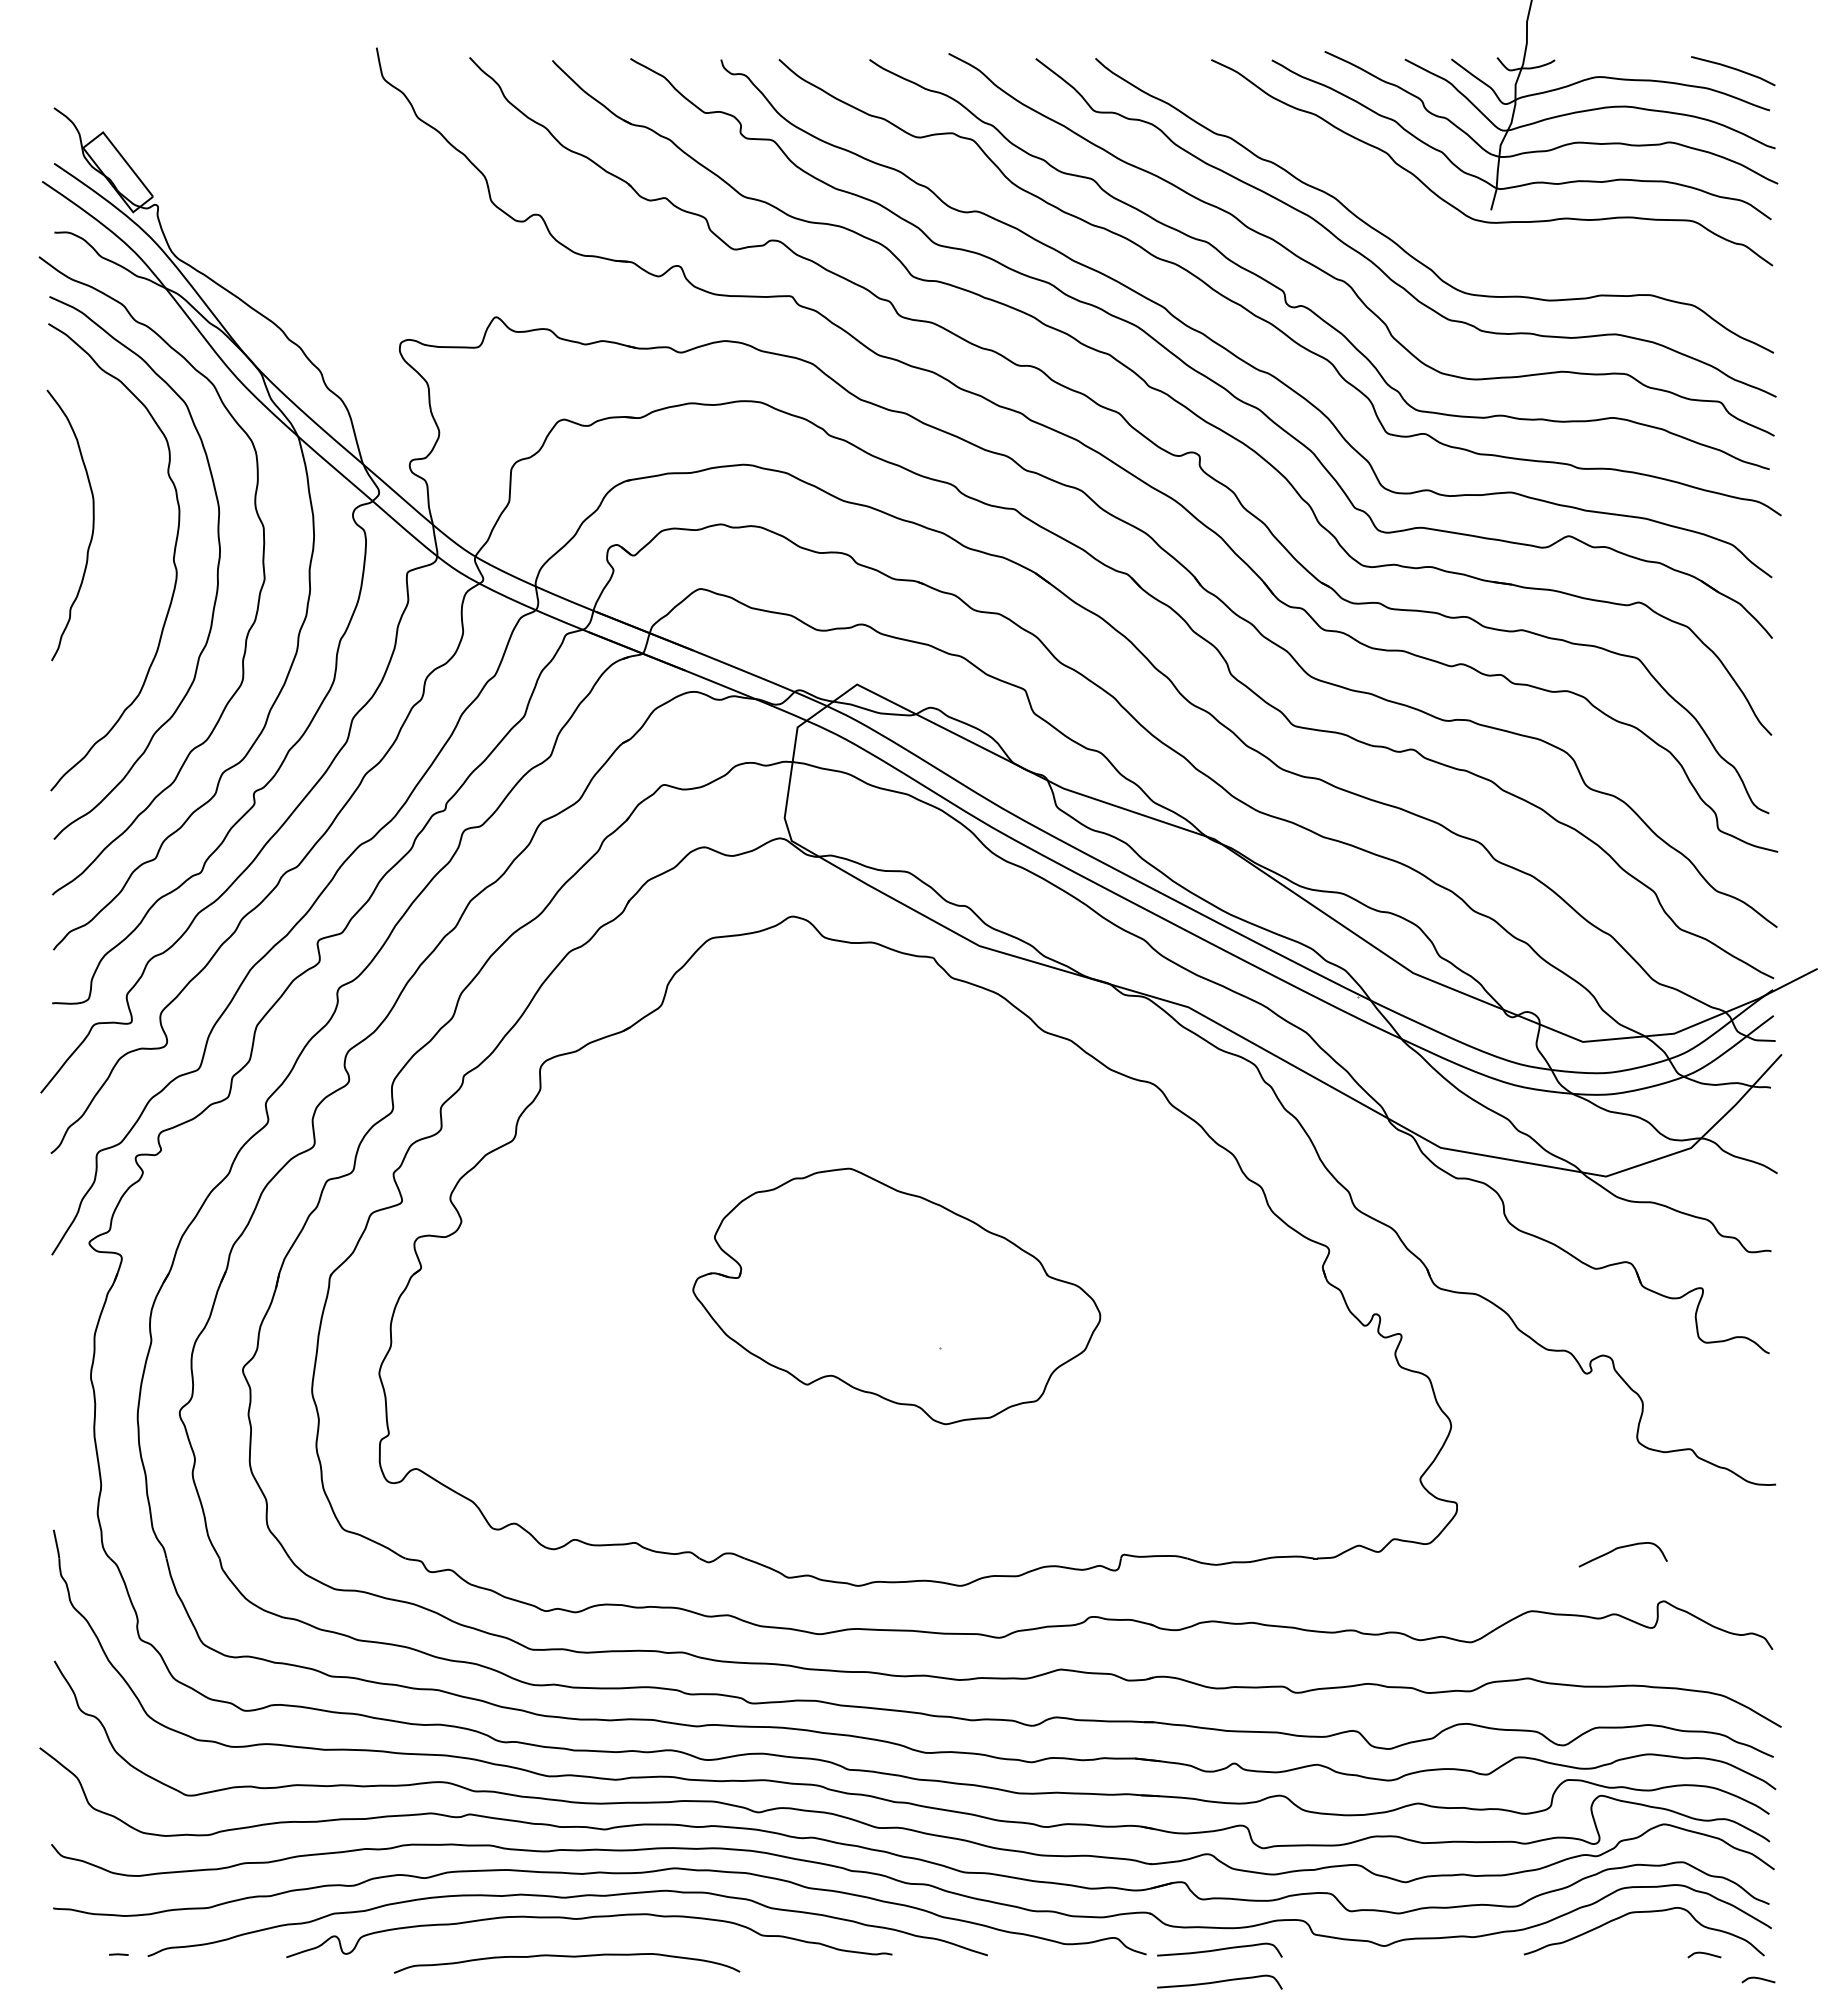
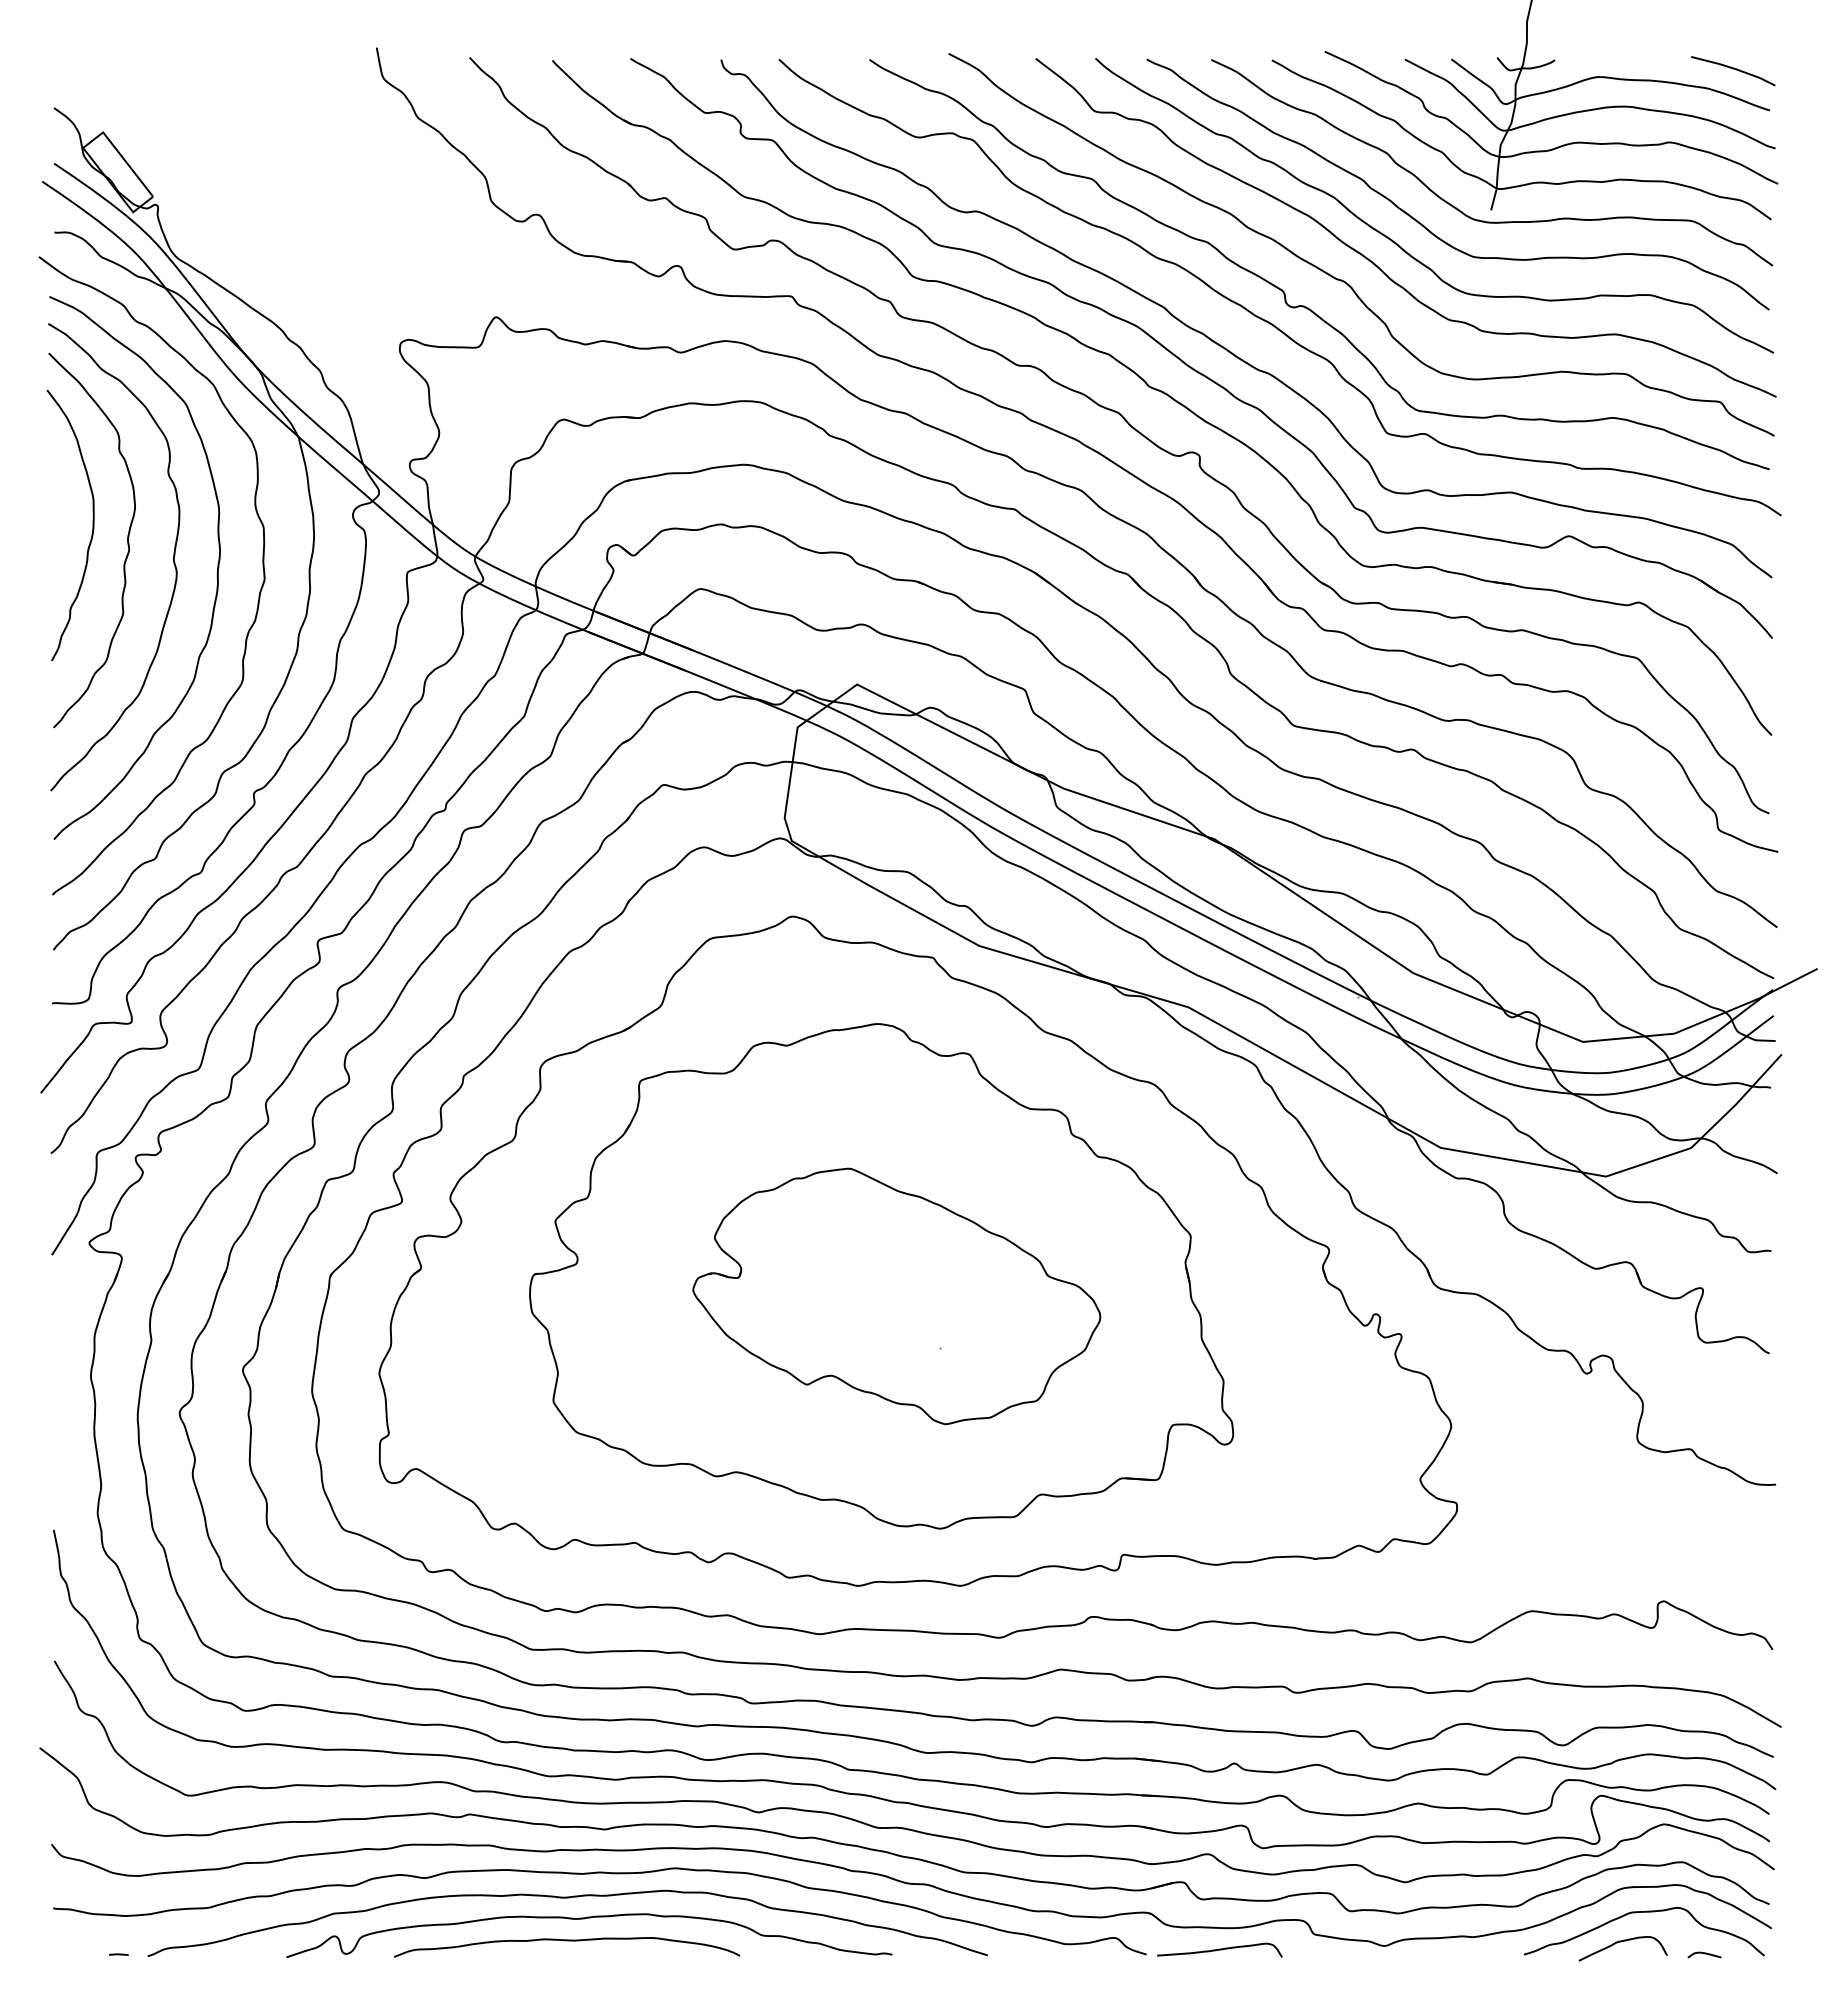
curve at (1423, 224): none -> present
curve at (127, 540): none -> present
part at (881, 1276): none -> present
curve at (1621, 1548) position: (1621, 1548) -> (1621, 1942)
curve at (566, 1957) position: (566, 1957) -> (566, 1941)
curve at (1758, 1979): present -> none
curve at (1219, 1981): present -> none
